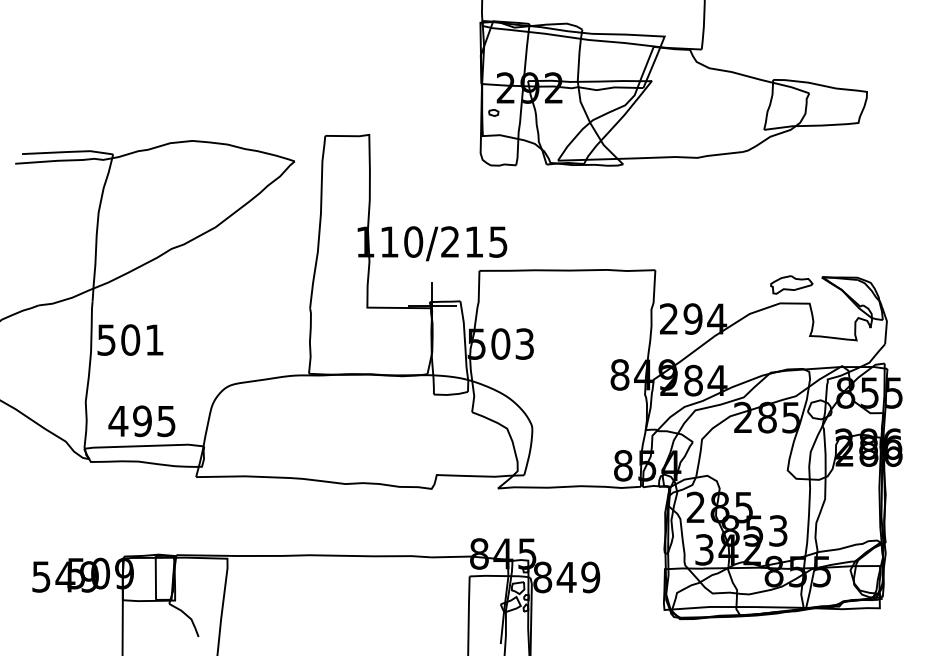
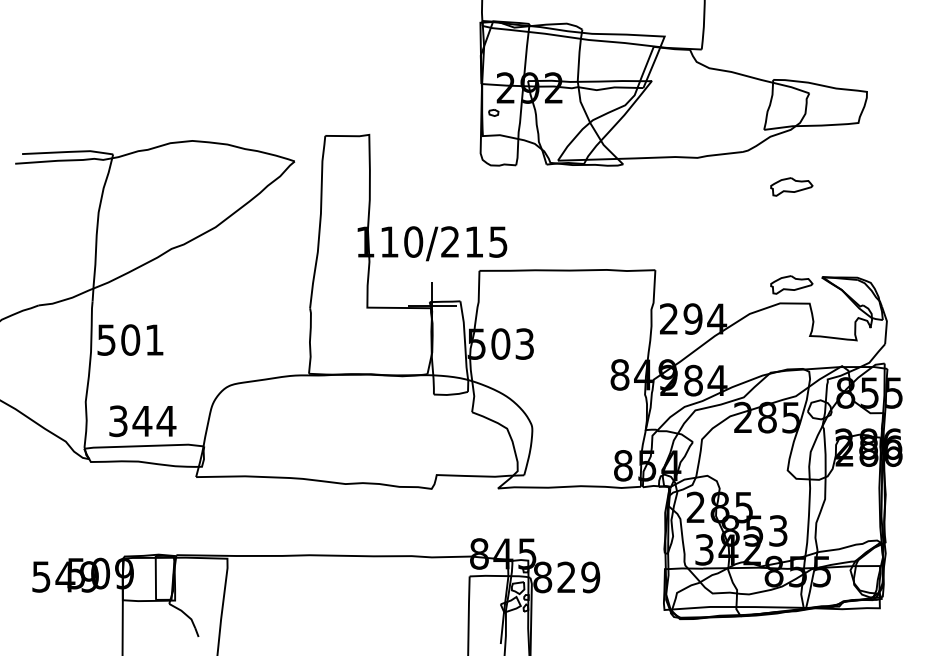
part at (791, 186): none -> present
text at (142, 421): 495 -> 344
text at (566, 576): 849 -> 829
